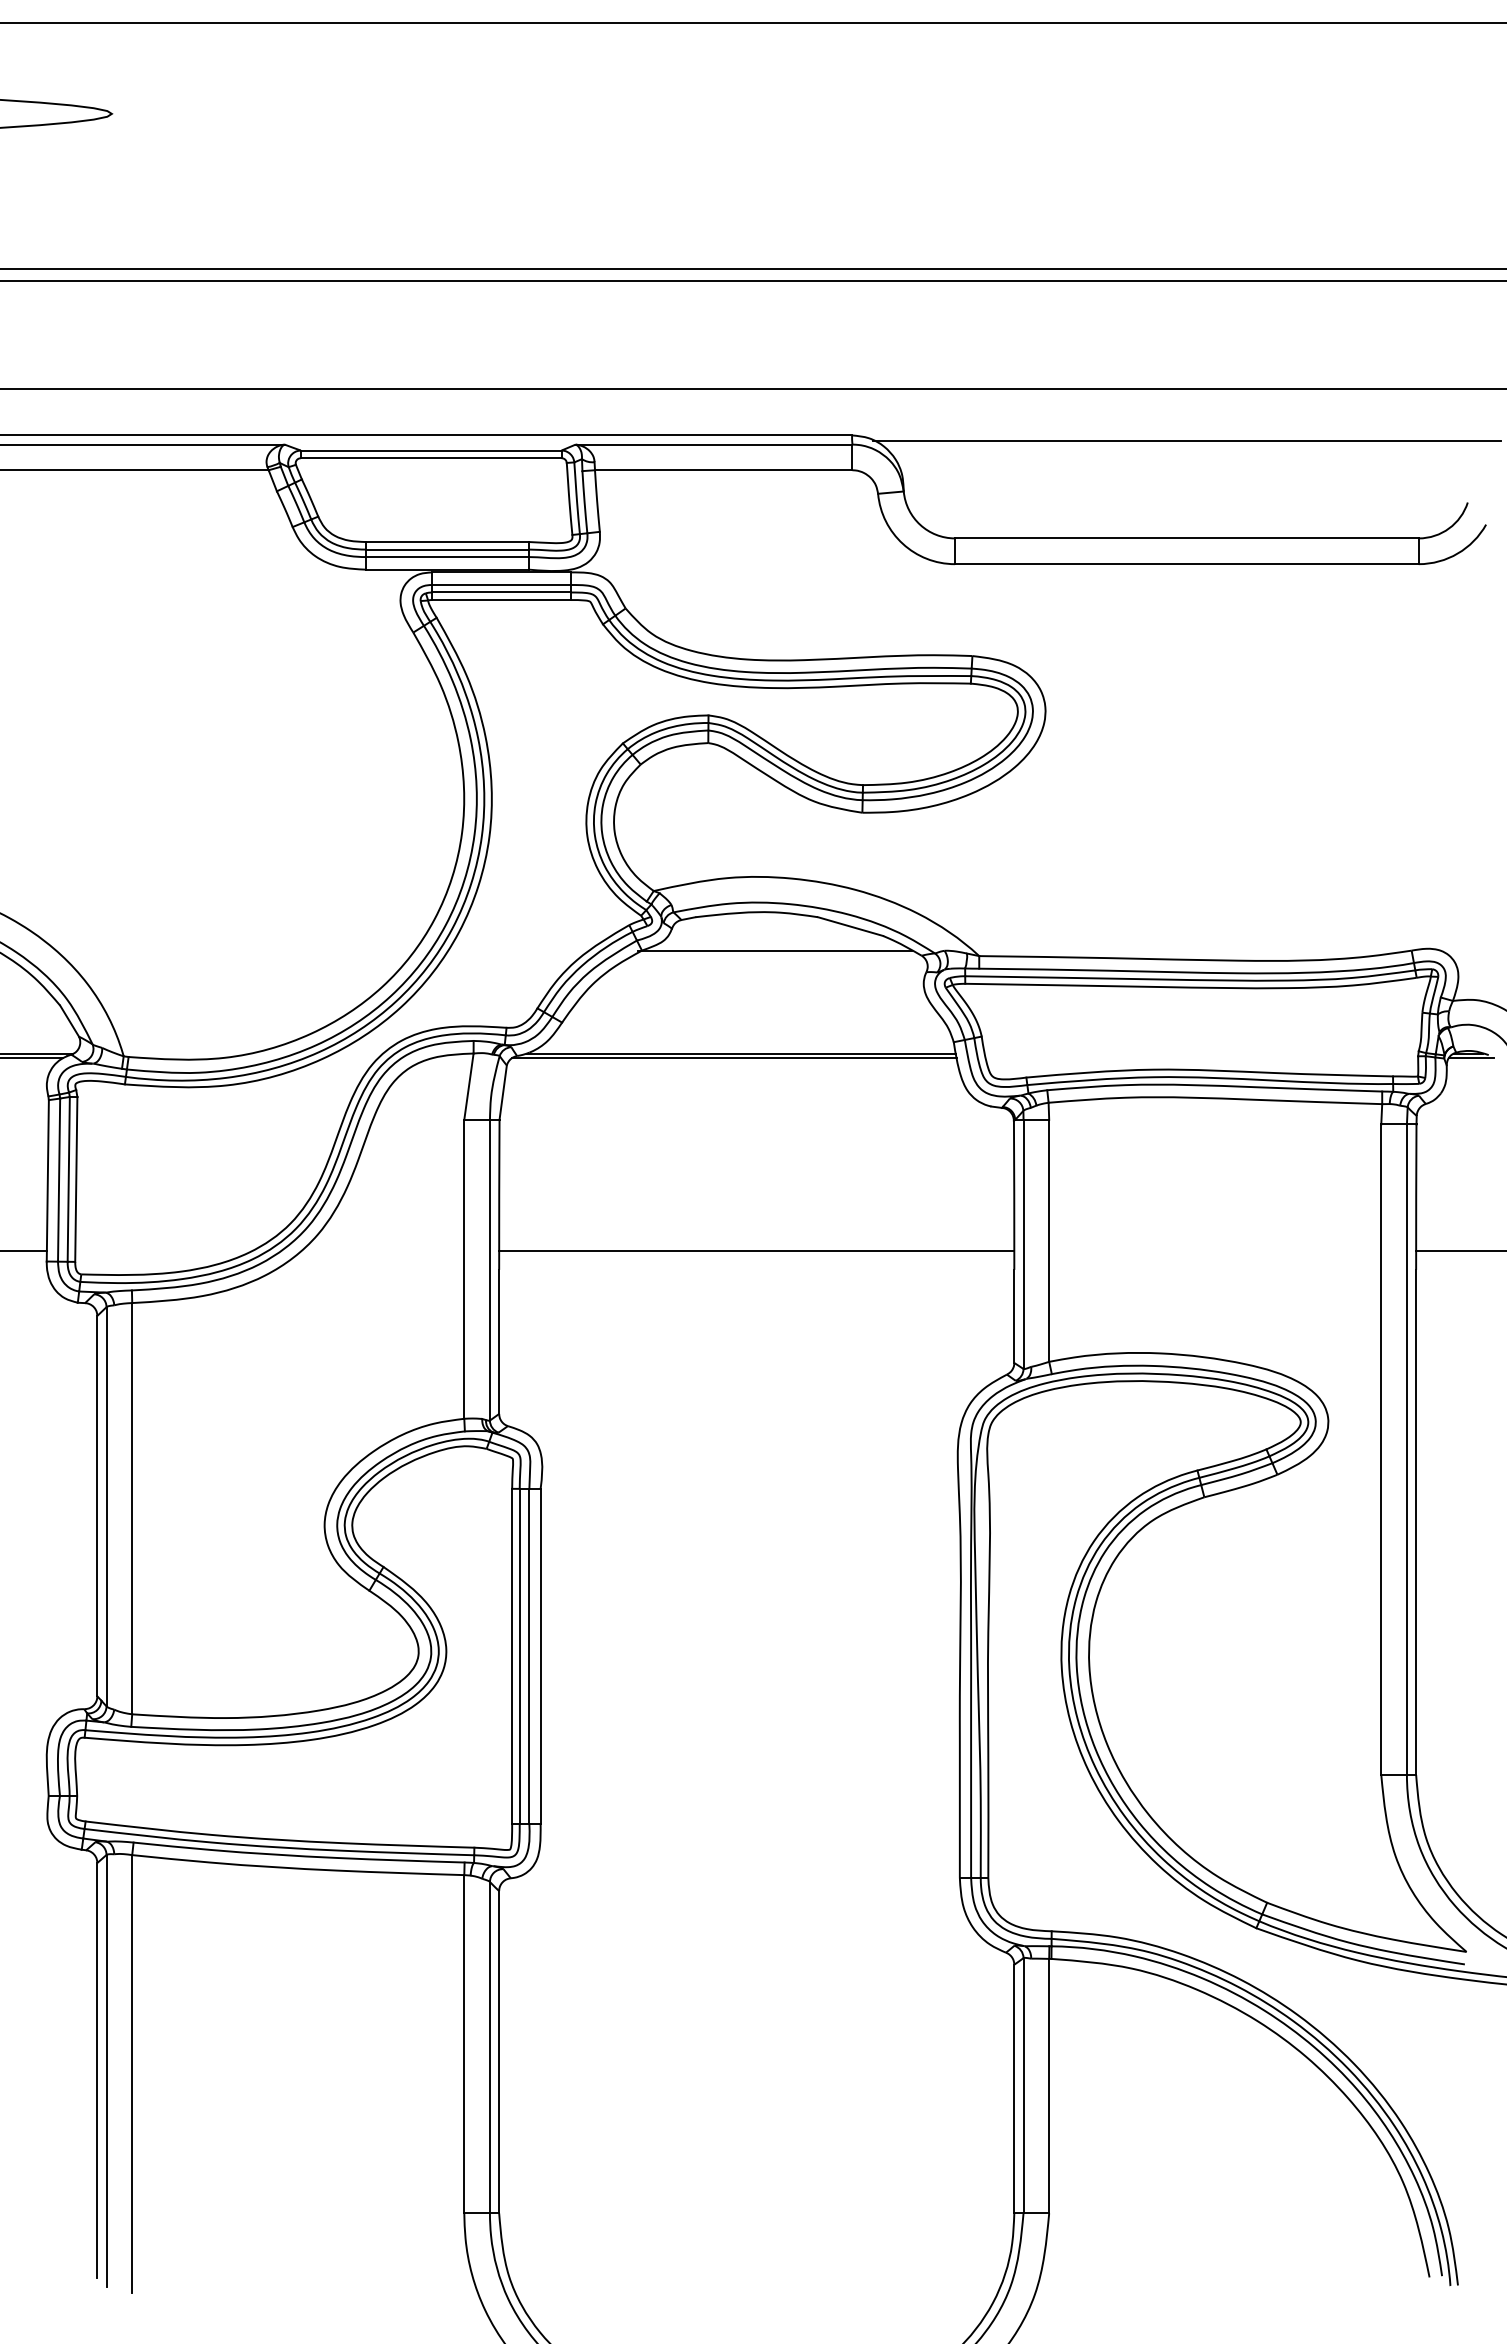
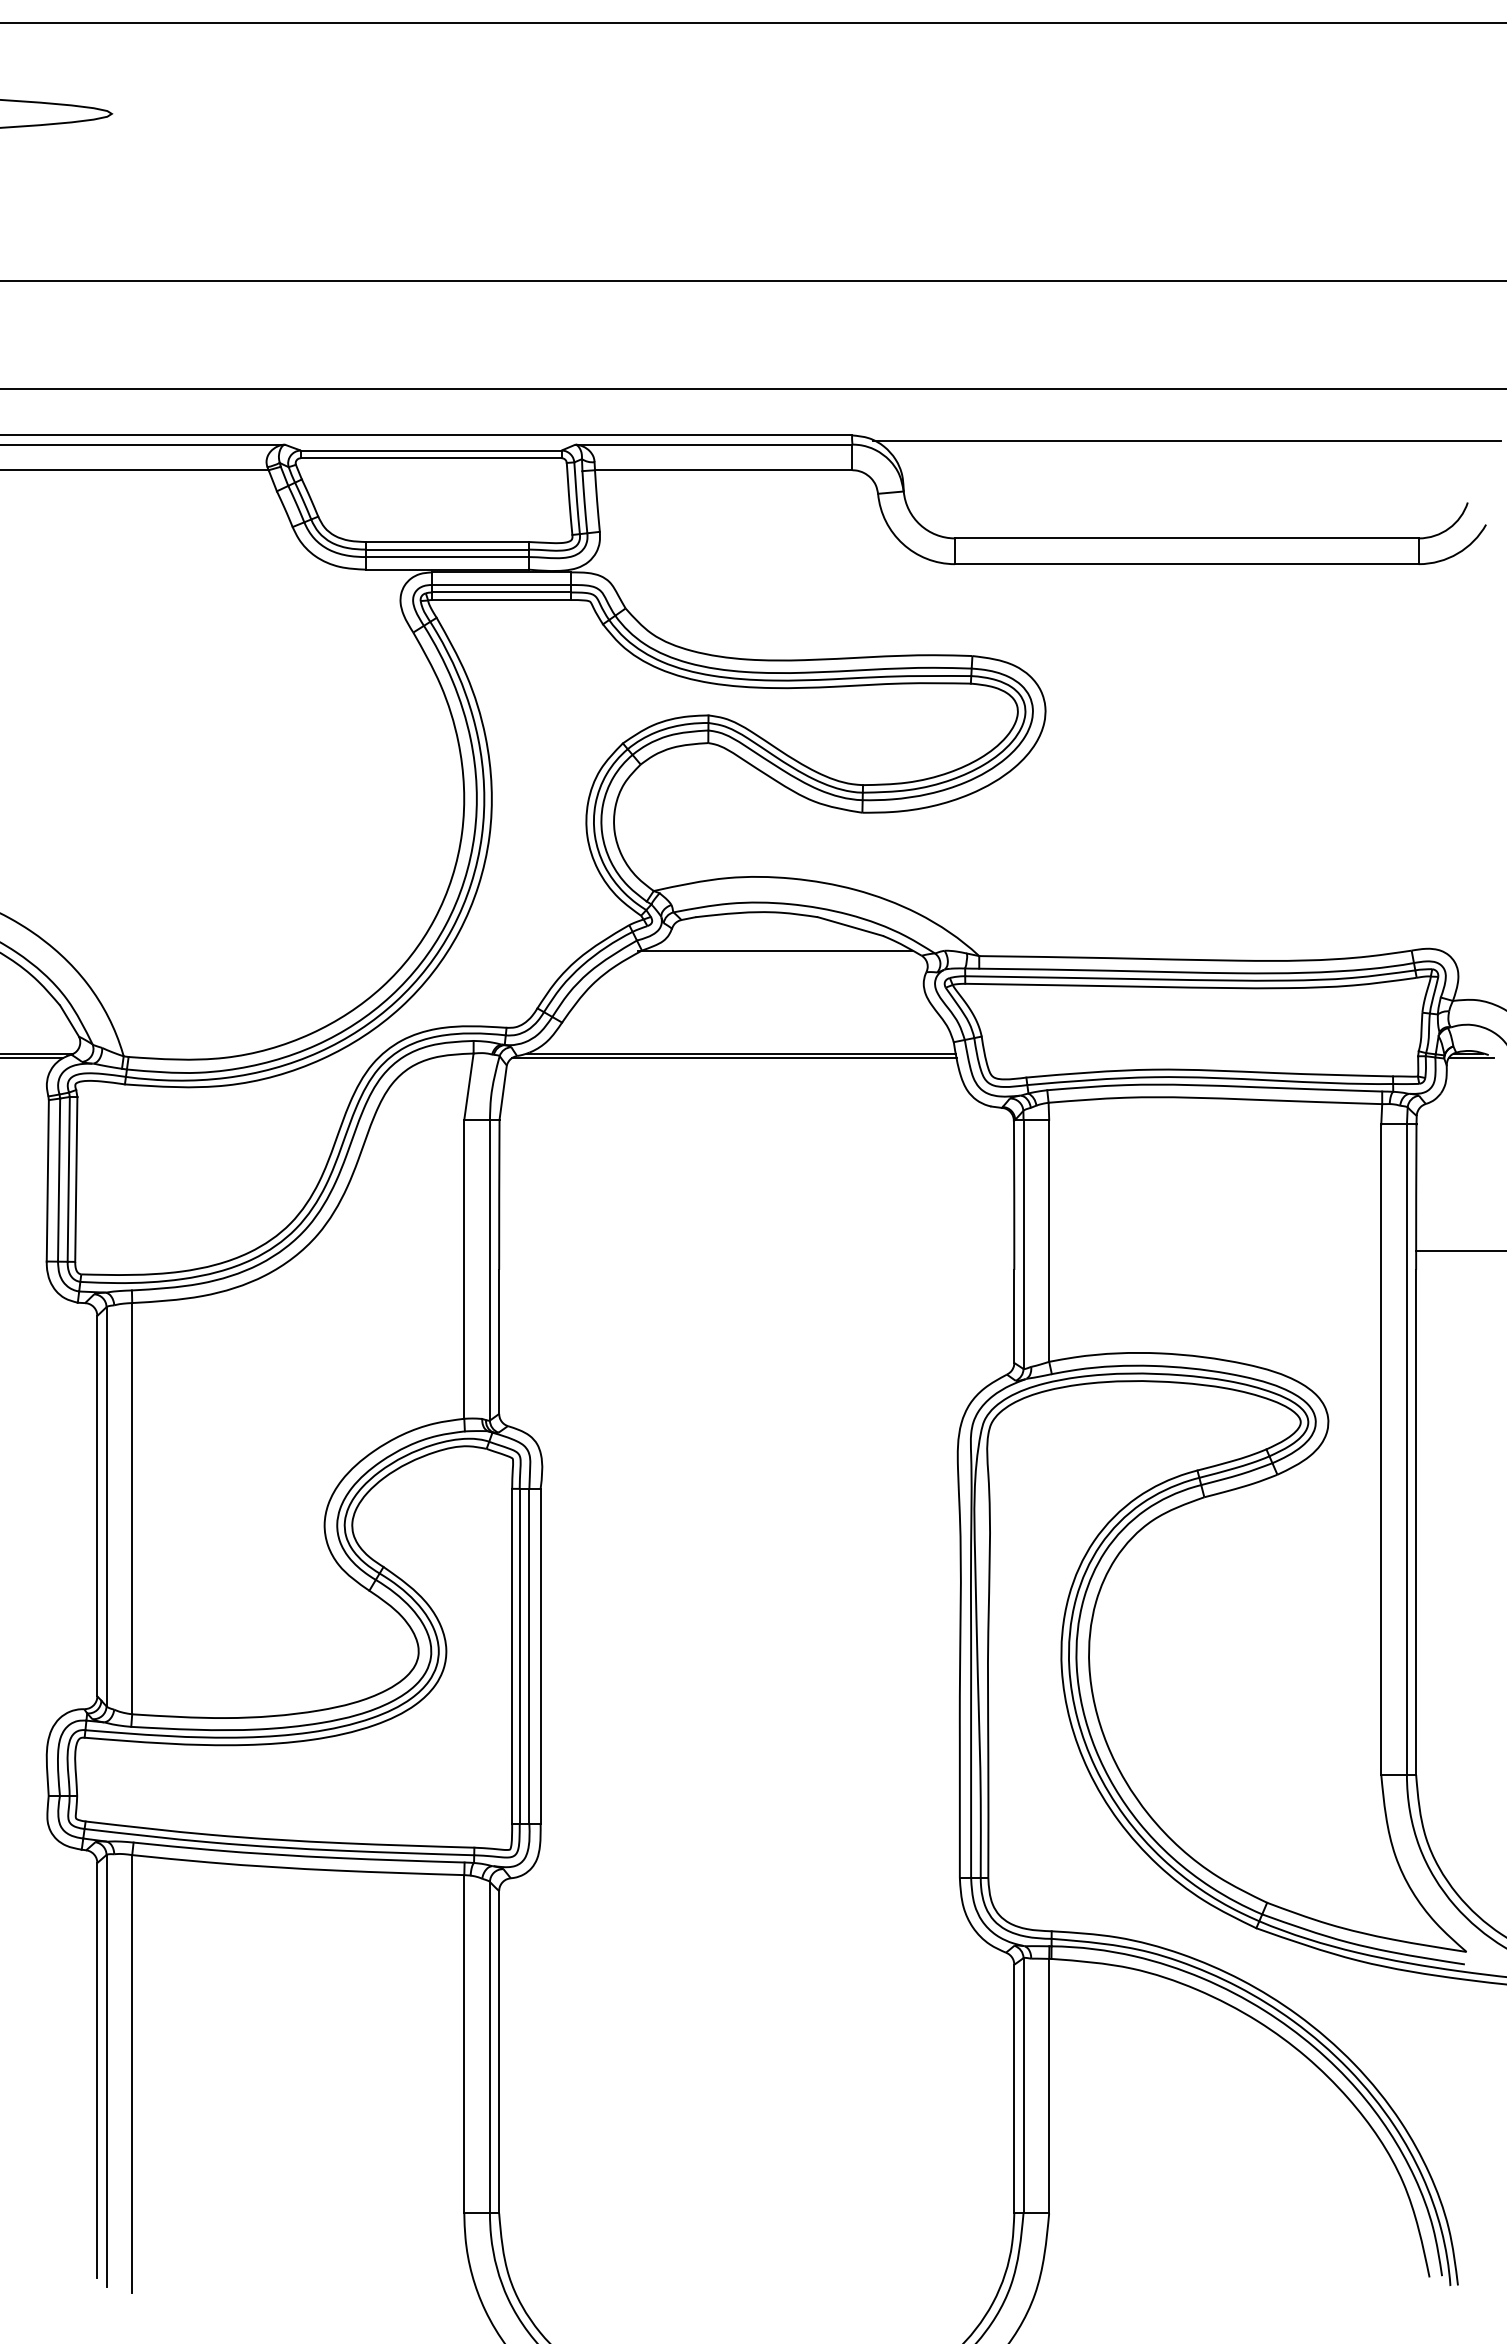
line at (752, 269): present -> none
line at (24, 1250): present -> none
line at (756, 1250): present -> none
